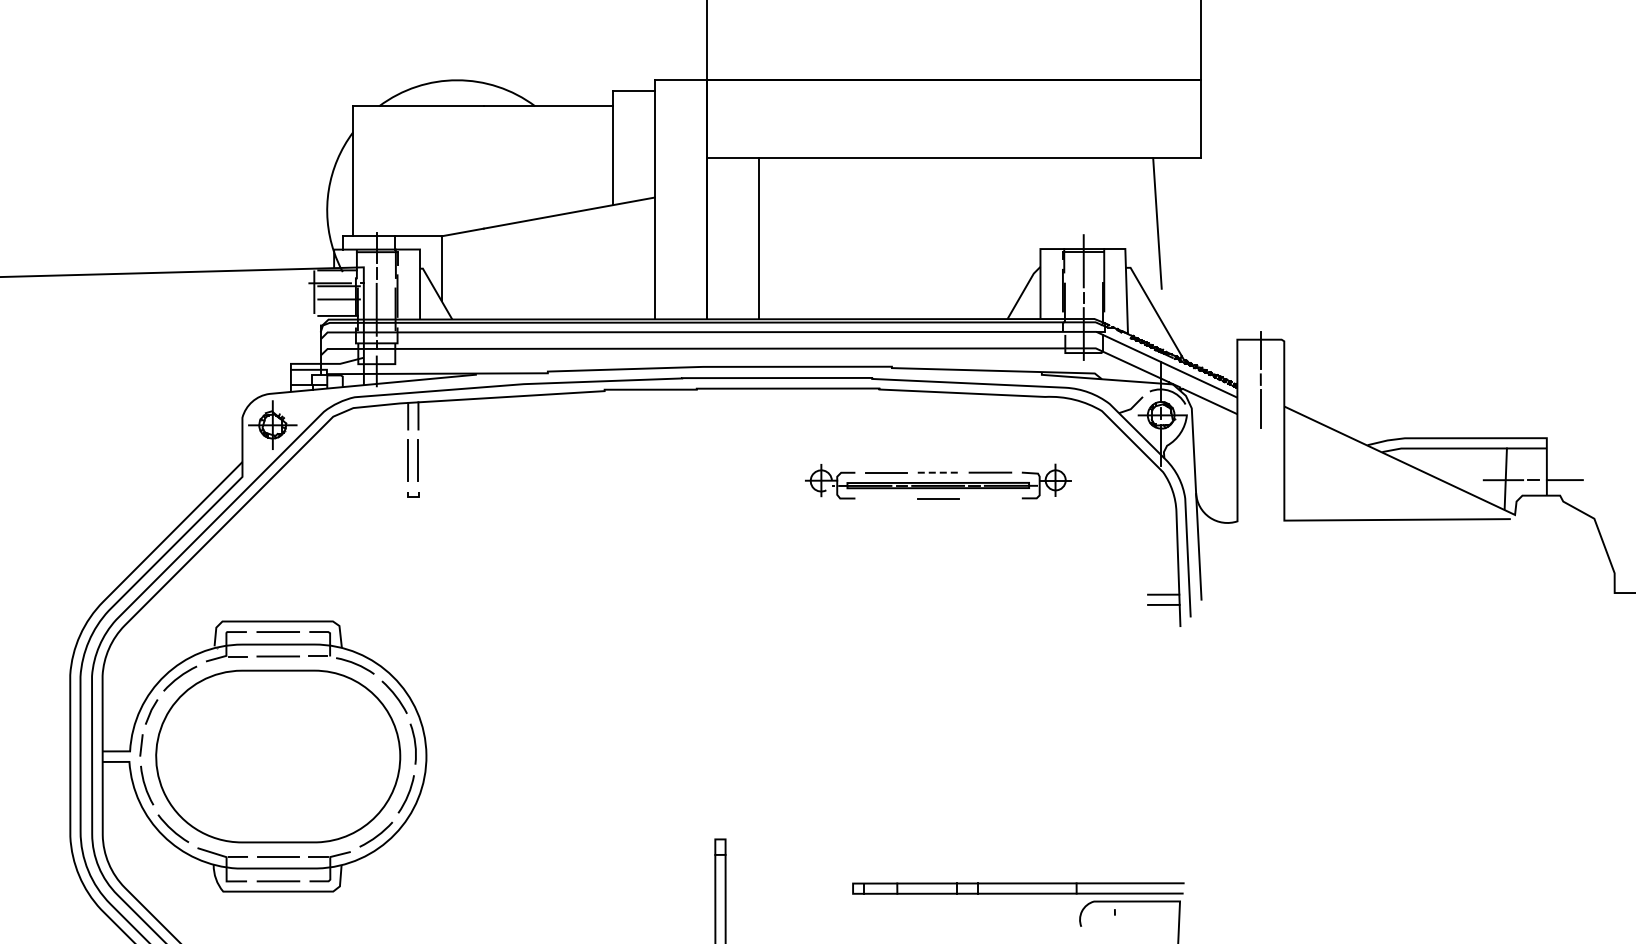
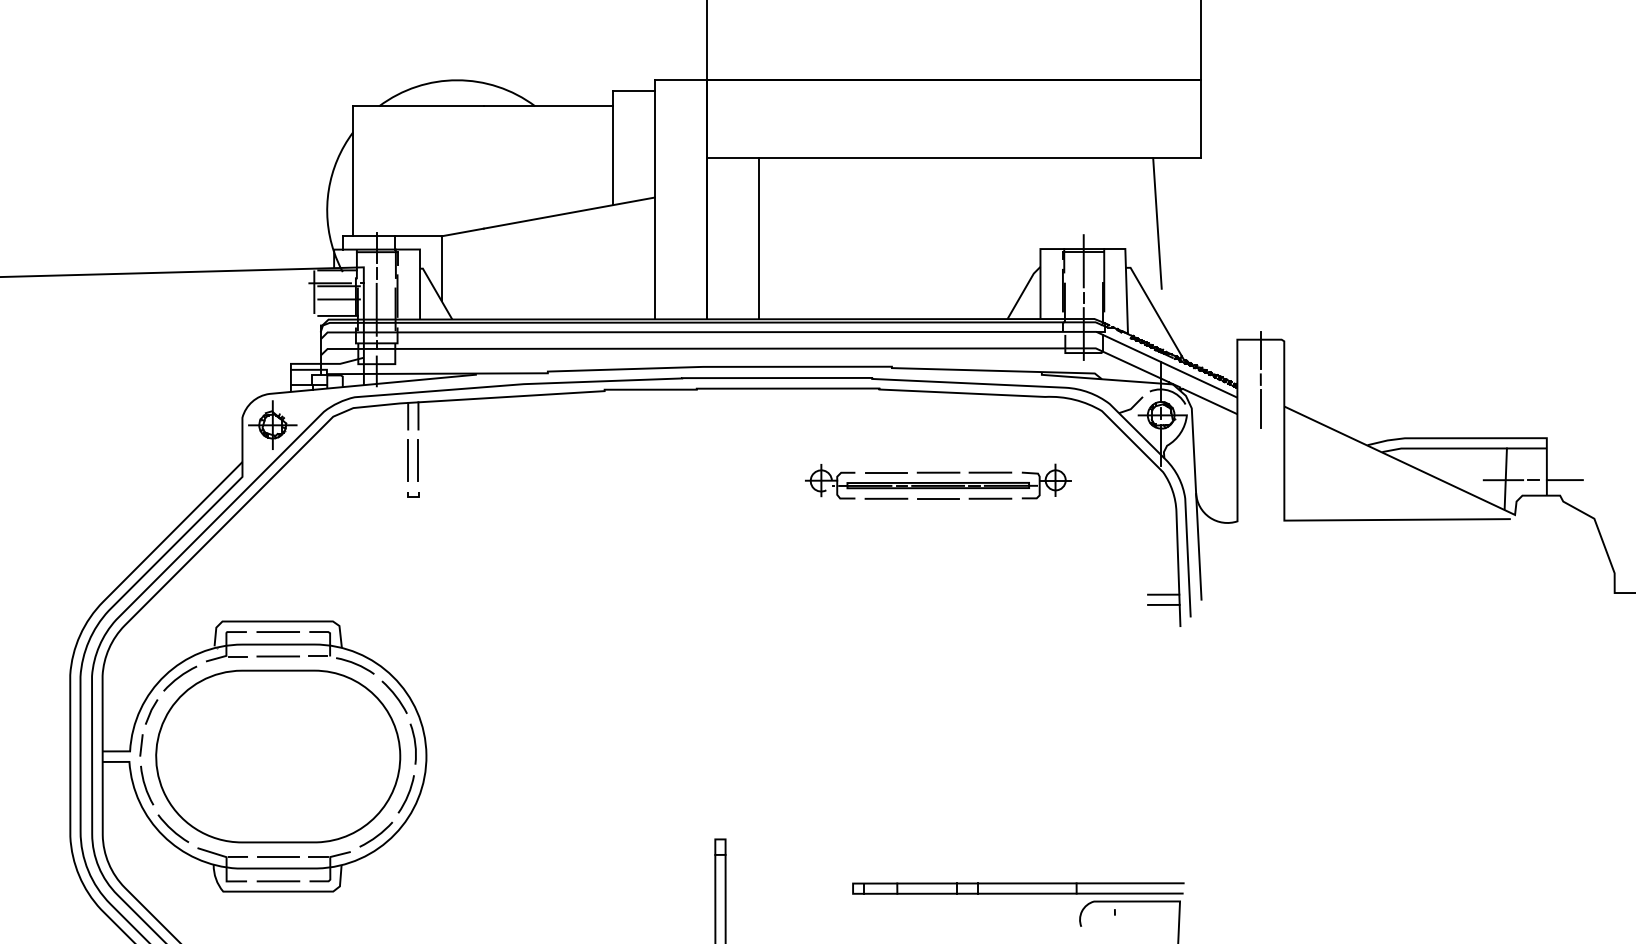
line at (938, 472): dashed -> solid
line at (886, 498): none -> present
line at (990, 498): none -> present
